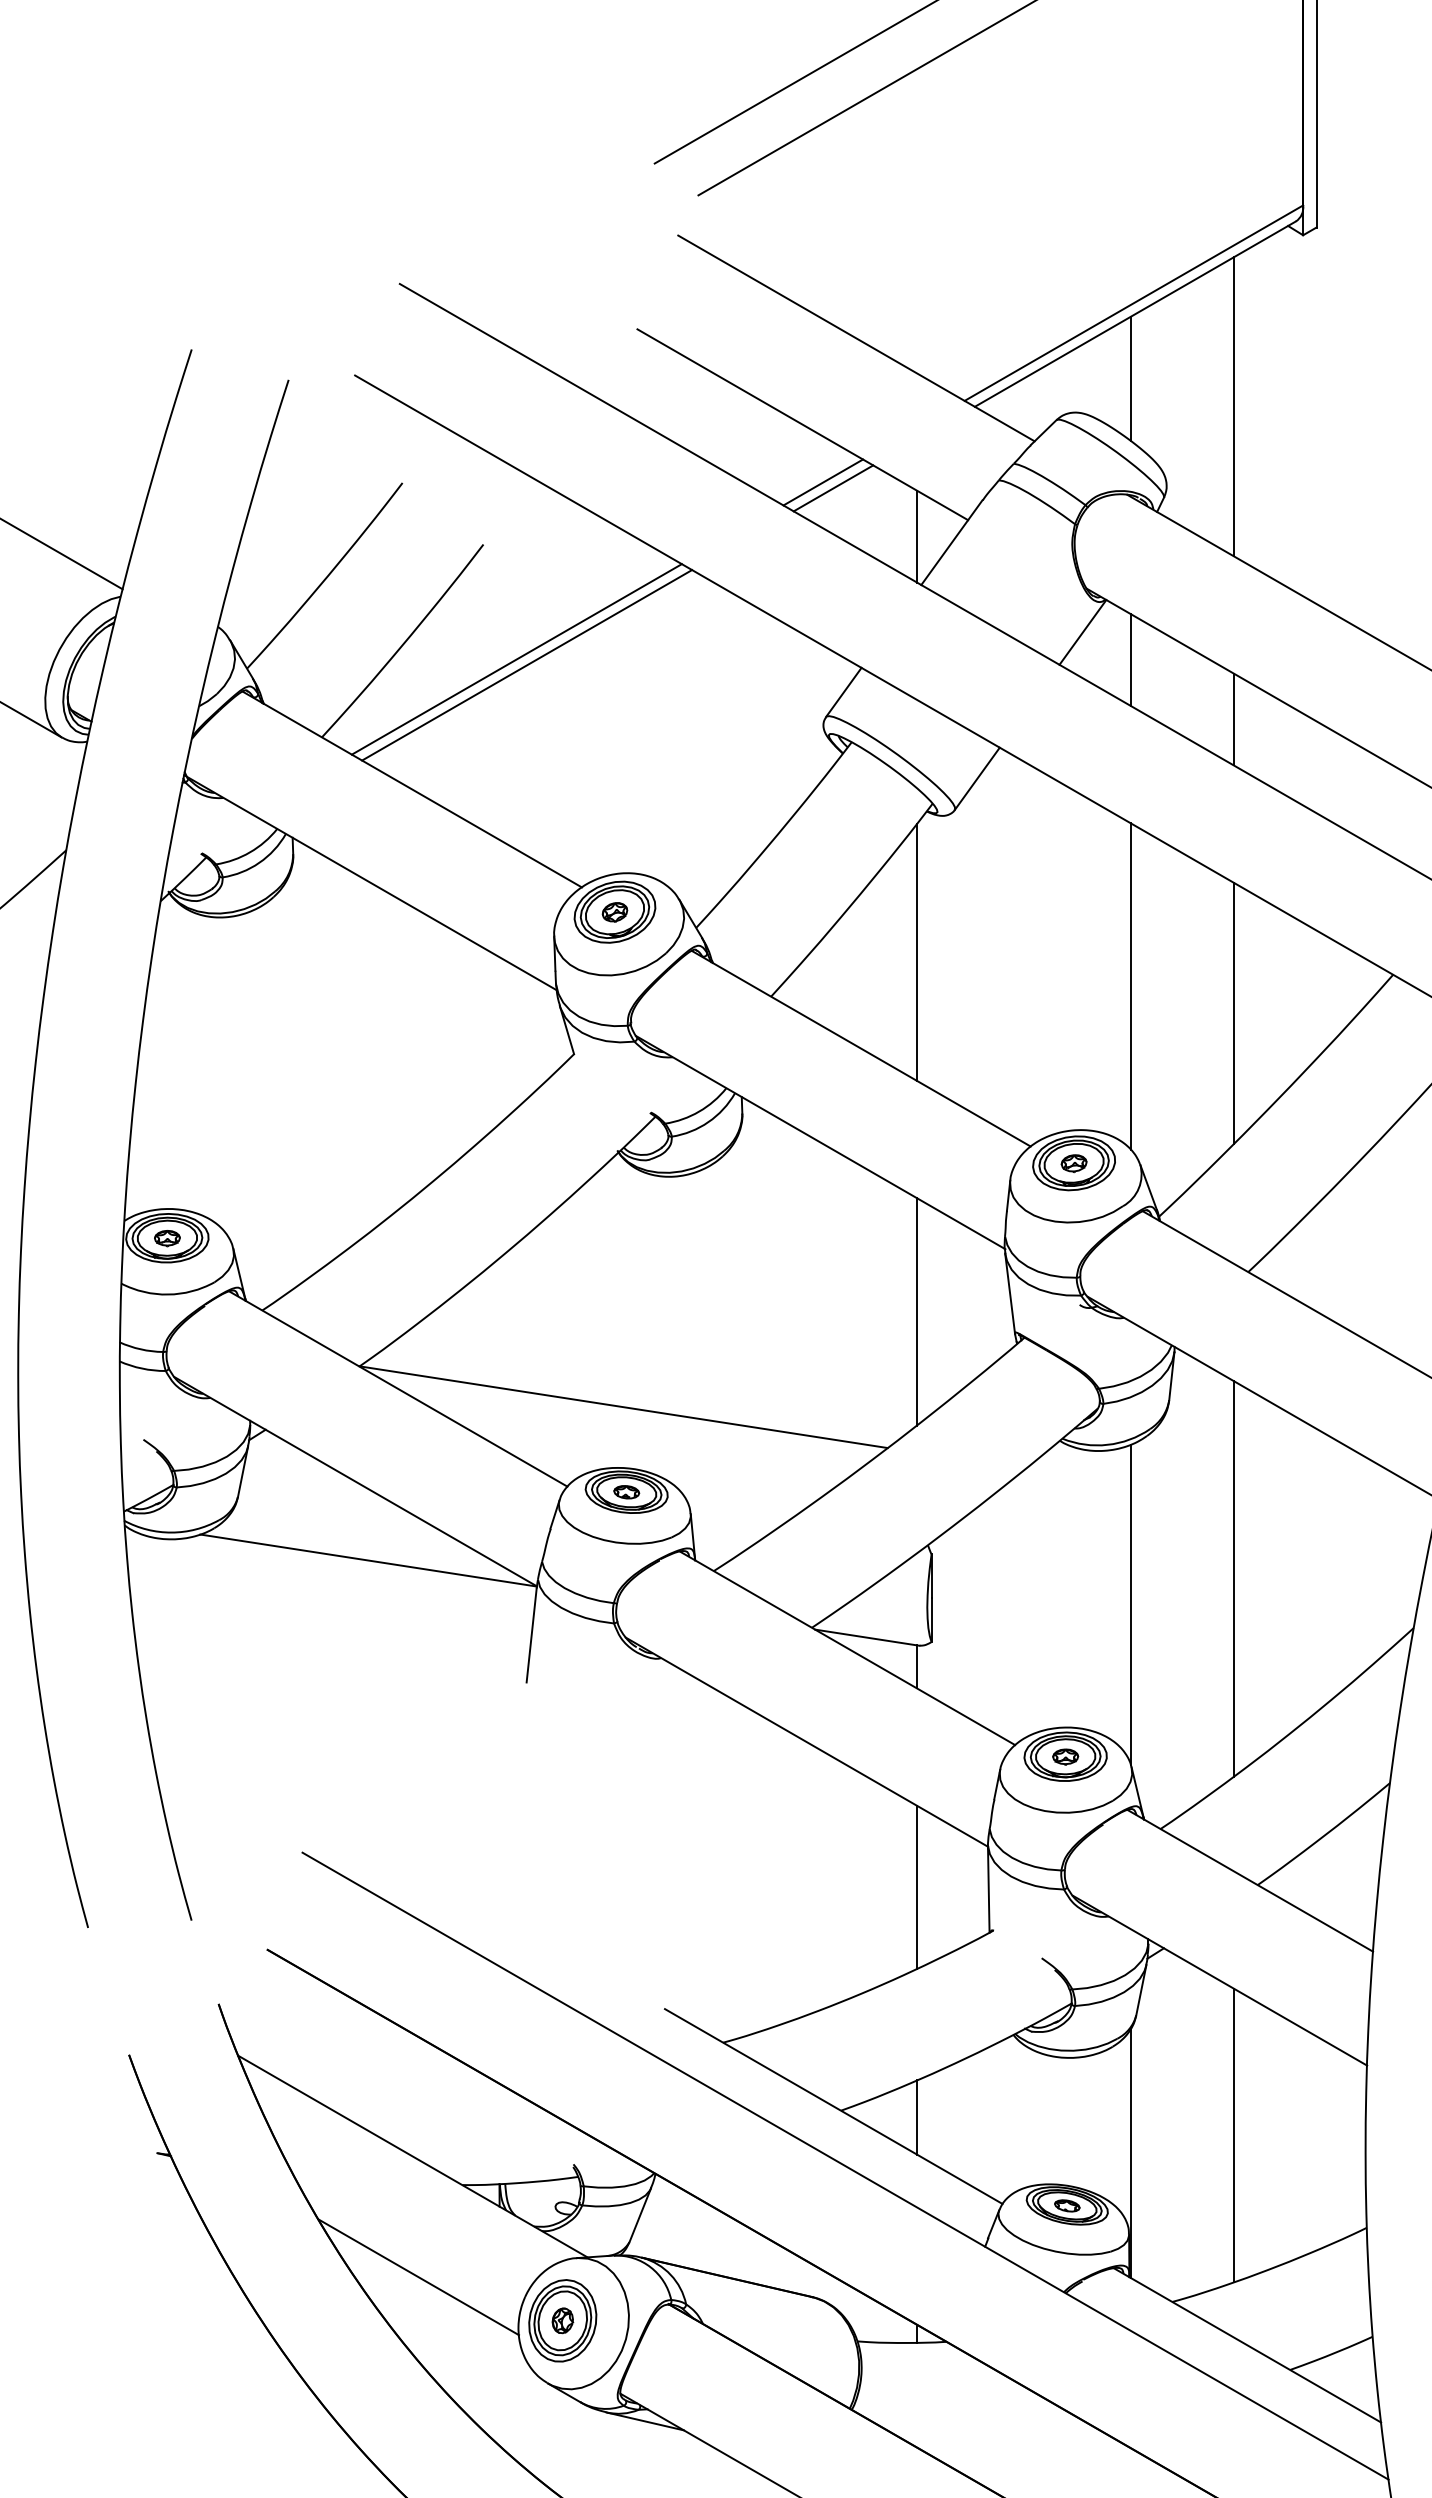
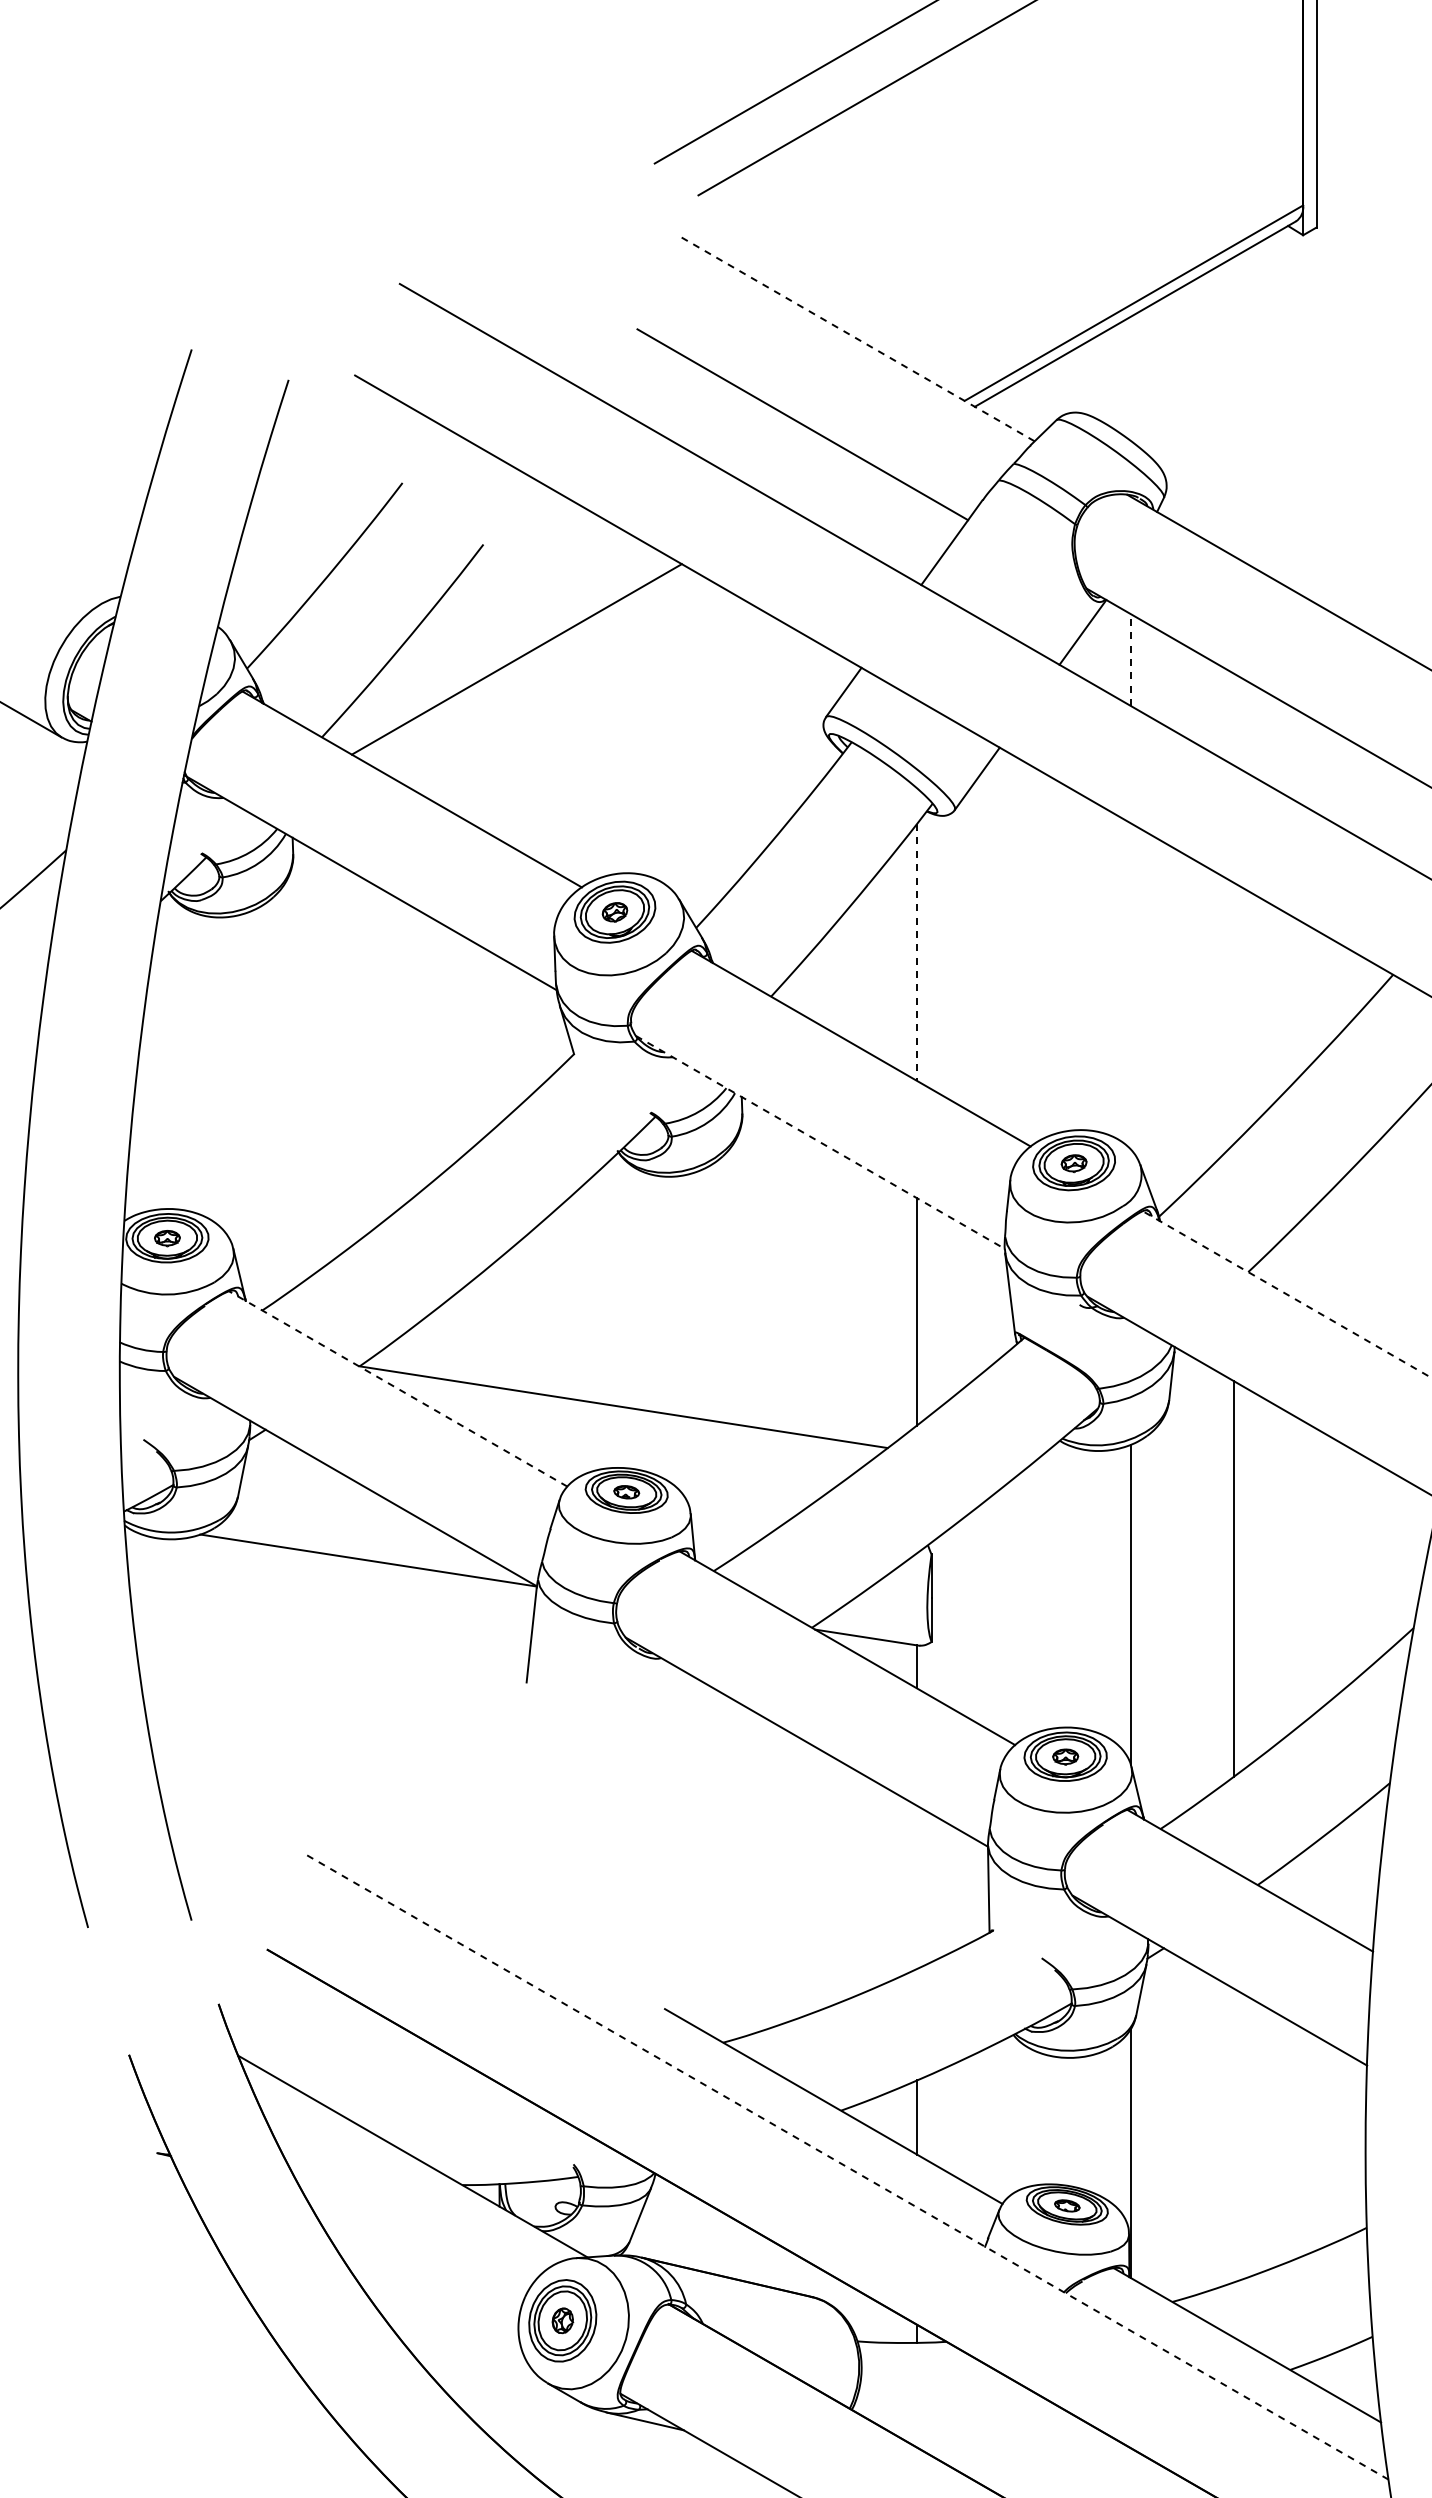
line at (856, 338): solid -> dashed
line at (1131, 378): present -> none
line at (1233, 406): present -> none
line at (823, 482): present -> none
line at (833, 488): present -> none
line at (916, 536): present -> none
line at (62, 554): present -> none
line at (1131, 660): solid -> dashed
line at (527, 665): present -> none
line at (1233, 719): present -> none
line at (916, 952): solid -> dashed
line at (1131, 986): present -> none
line at (1233, 1012): present -> none
line at (821, 1142): solid -> dashed
line at (1287, 1294): solid -> dashed
line at (398, 1388): solid -> dashed
line at (916, 1886): present -> none
line at (1233, 2135): present -> none
line at (845, 2165): solid -> dashed
line at (418, 2277): present -> none
